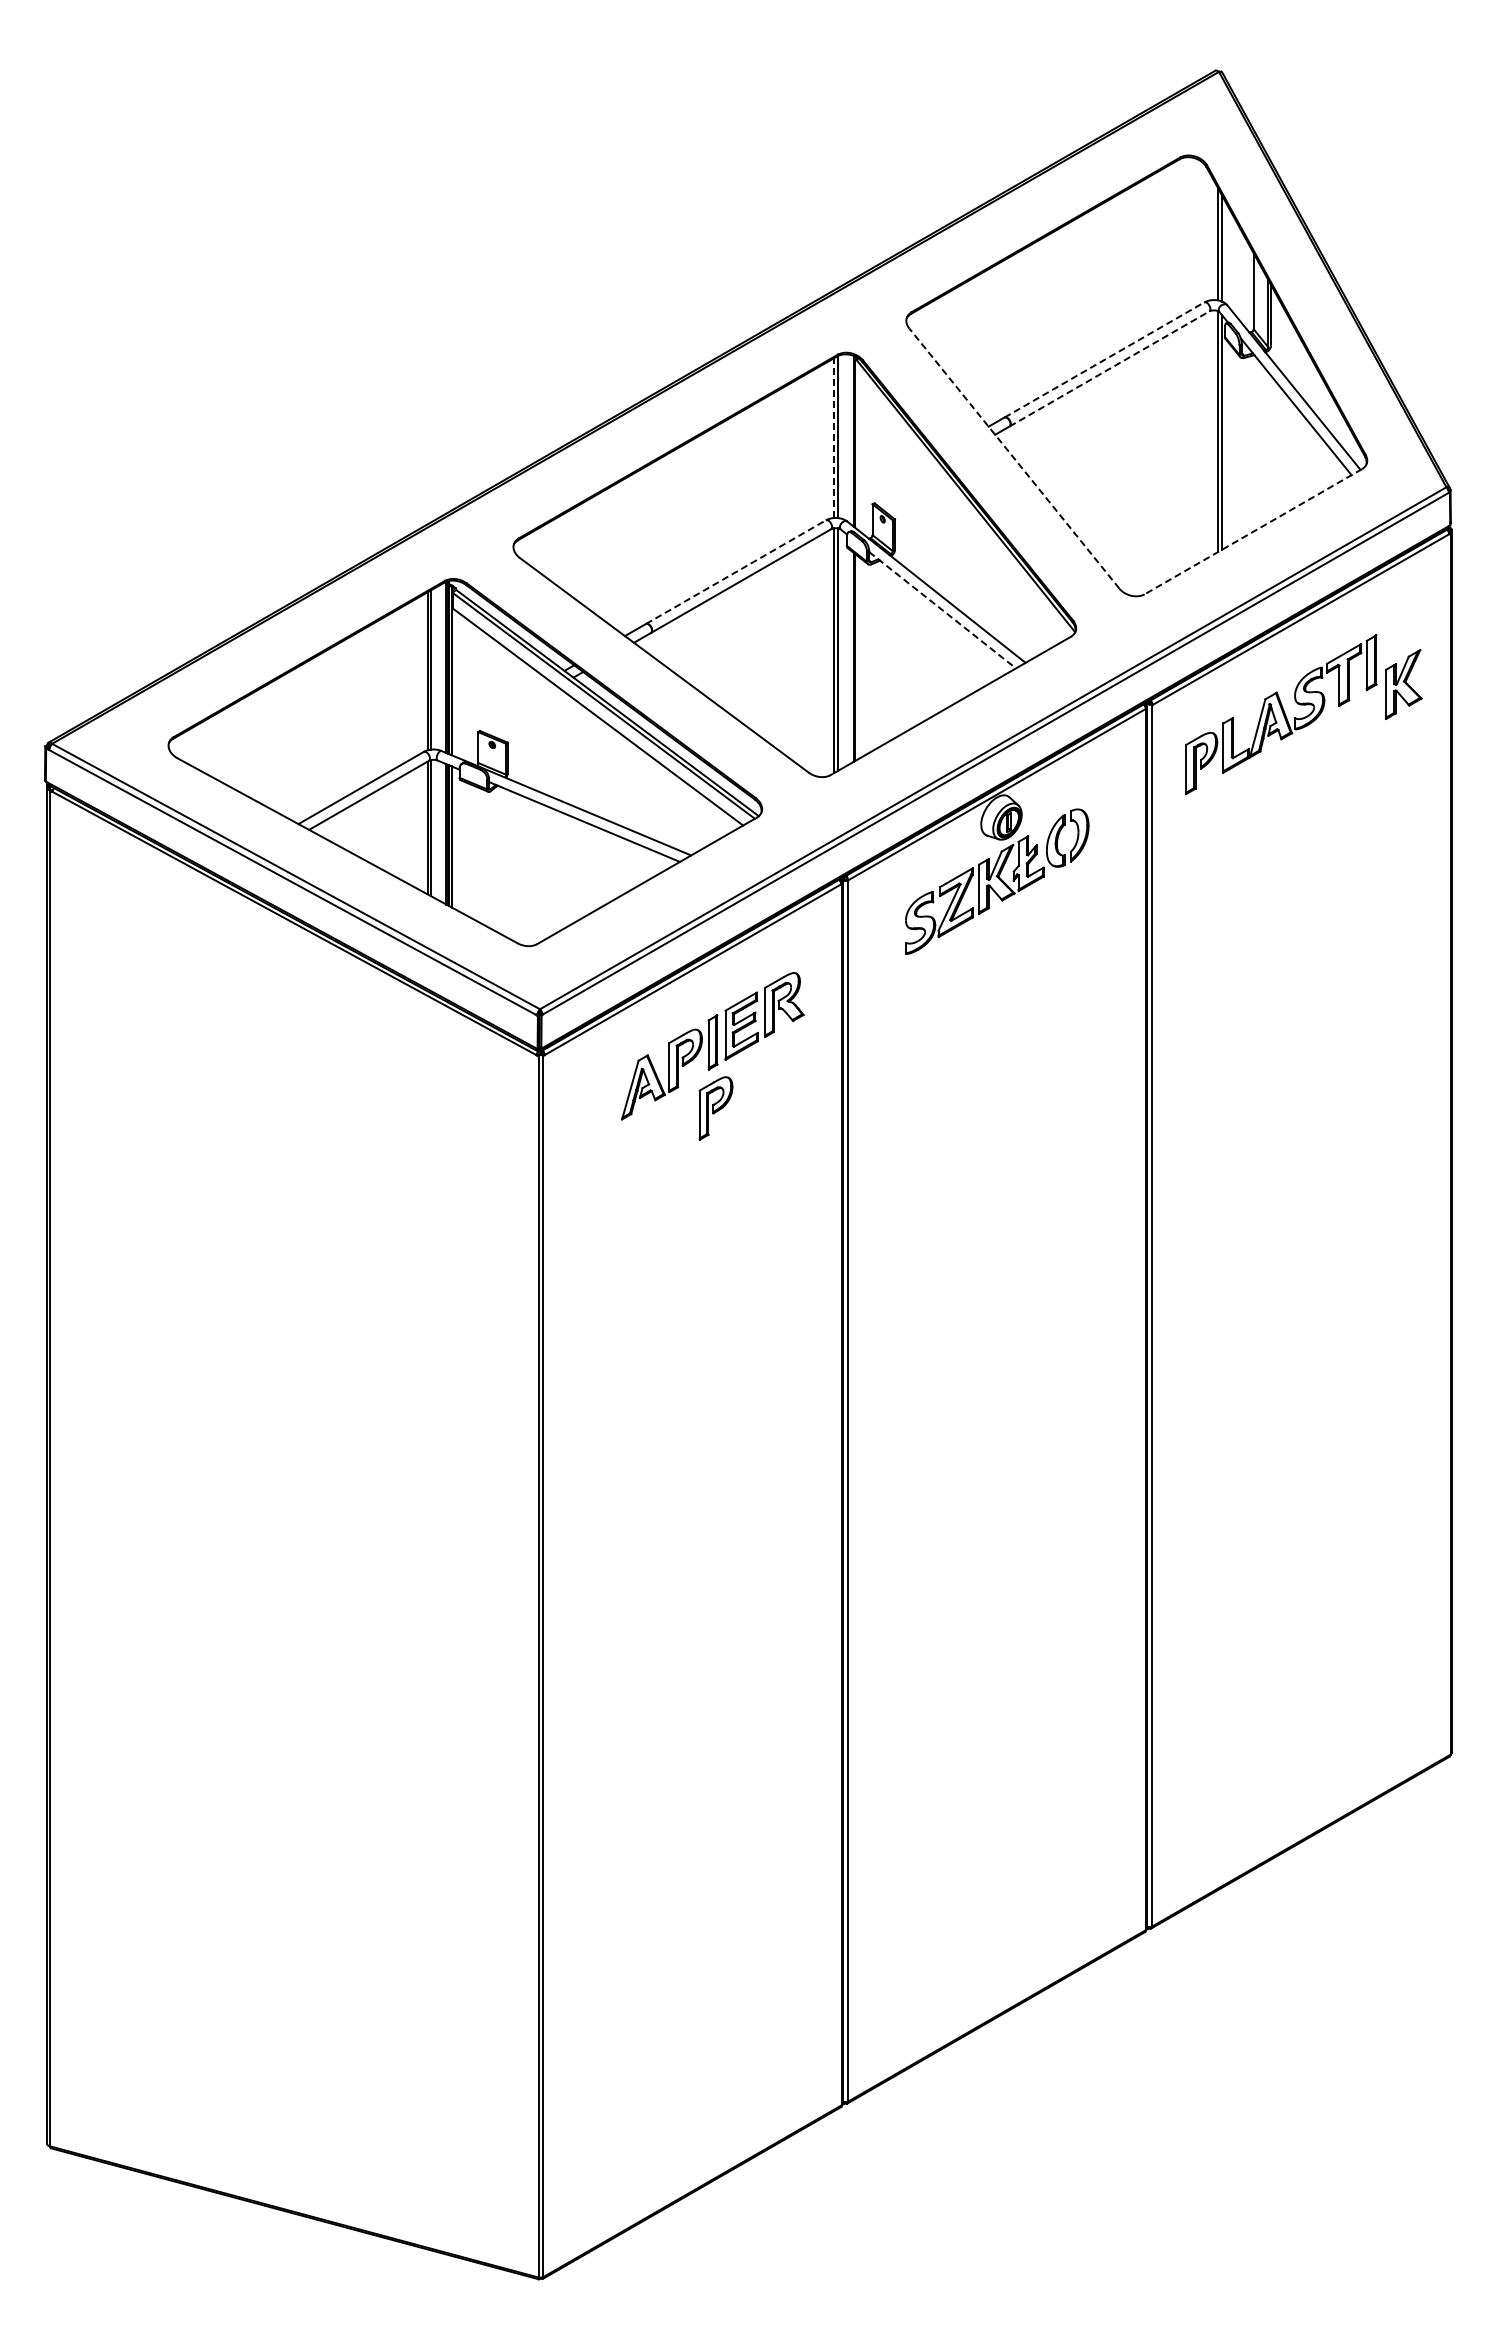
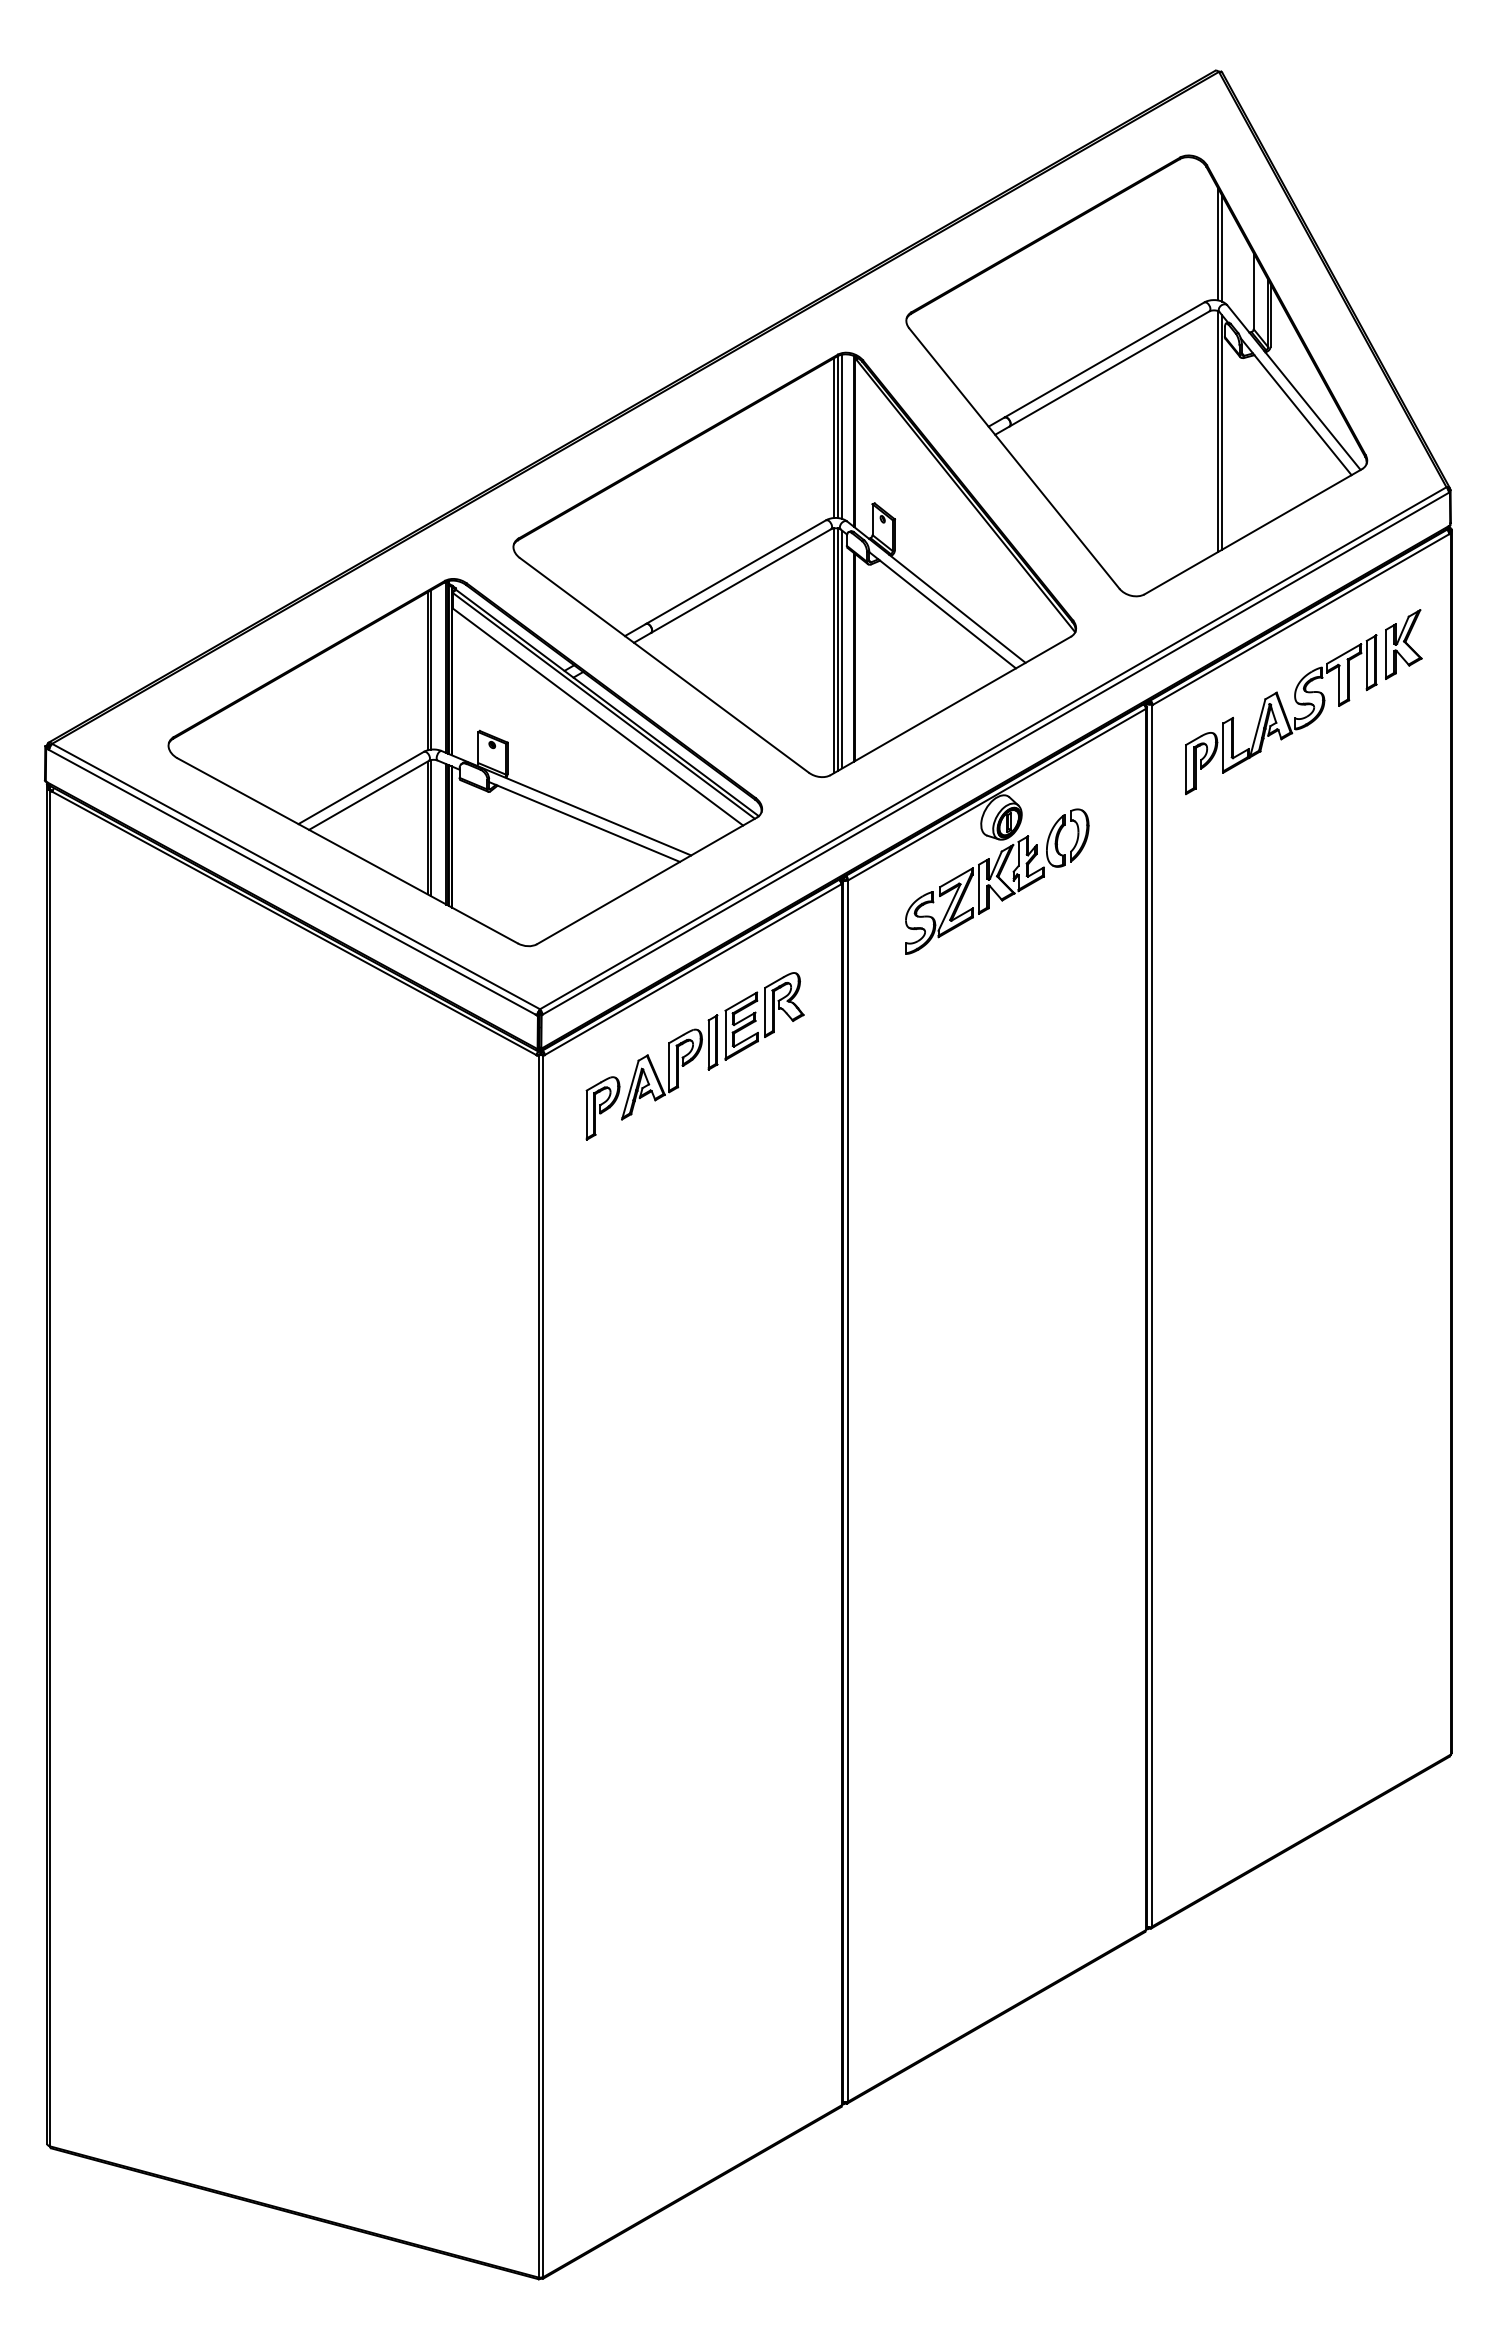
line at (1104, 359): dashed -> solid
line at (1109, 368): dashed -> solid
line at (842, 436): none -> present
line at (833, 438): dashed -> solid
line at (1014, 458): dashed -> solid
line at (1252, 531): dashed -> solid
line at (735, 572): dashed -> solid
line at (942, 610): dashed -> solid
line at (842, 649): none -> present
part at (1403, 684) position: (1403, 684) -> (1403, 644)
part at (715, 1108) position: (715, 1108) -> (602, 1108)
